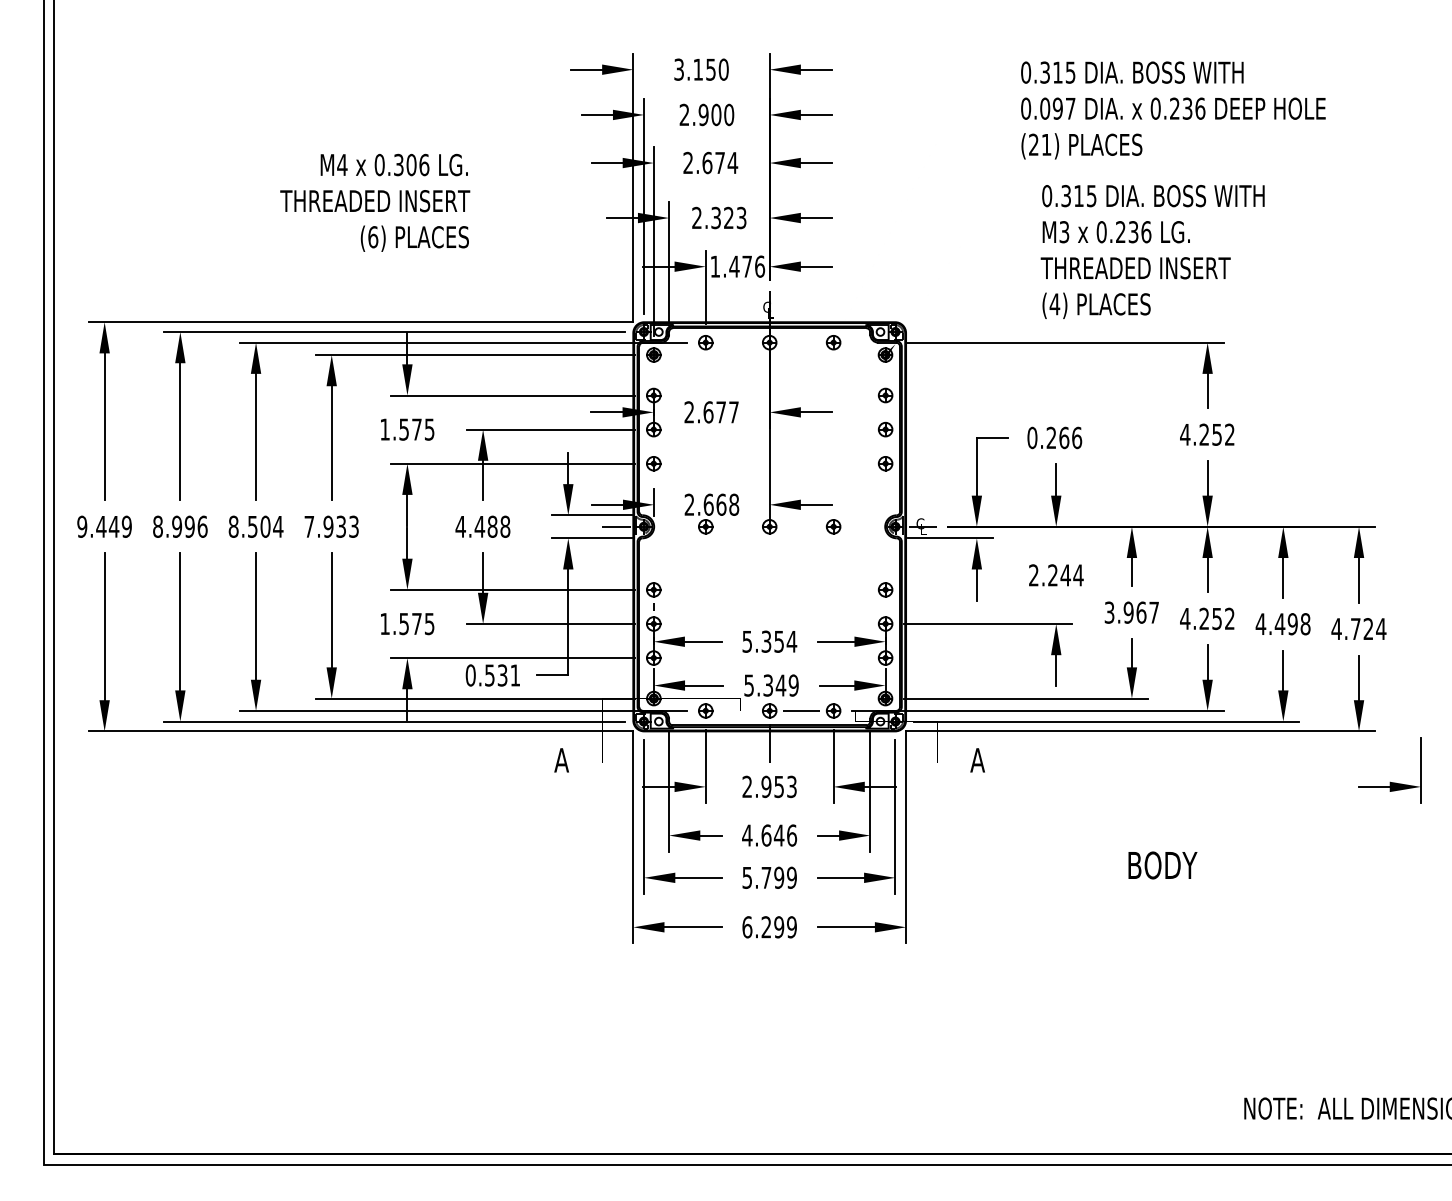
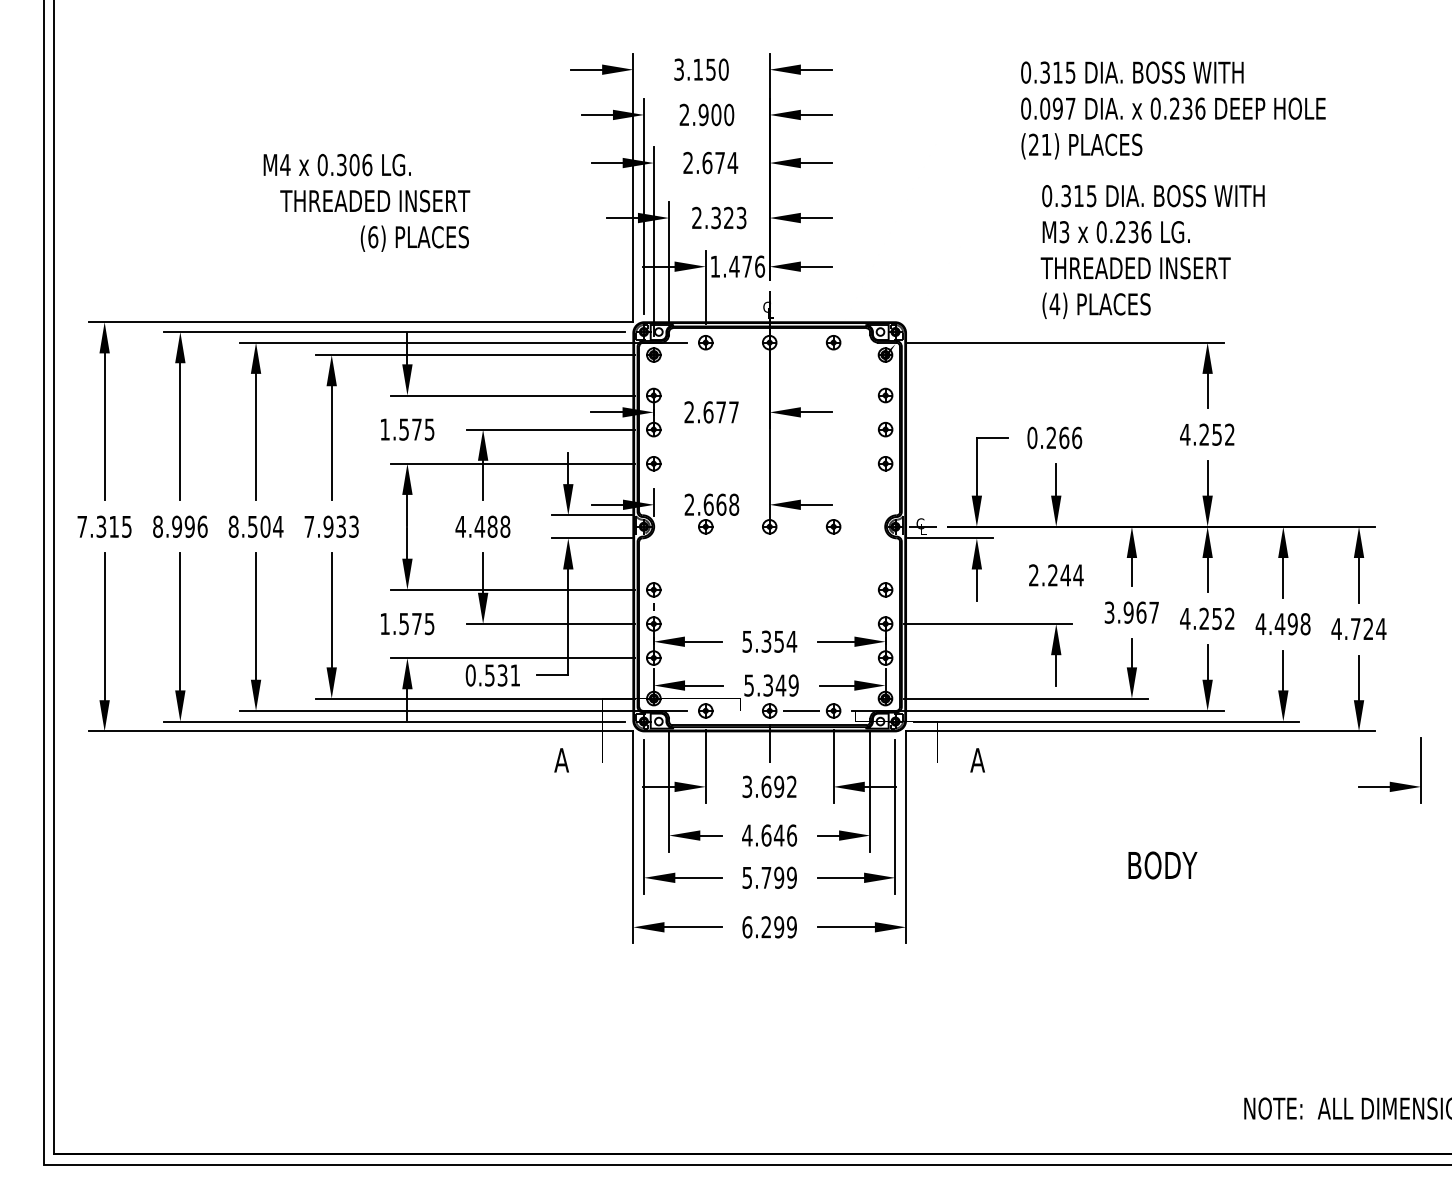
text at (393, 164) position: (393, 164) -> (336, 164)
text at (104, 526): 9.449 -> 7.315
line at (616, 526): present -> none
text at (769, 786): 2.953 -> 3.692
